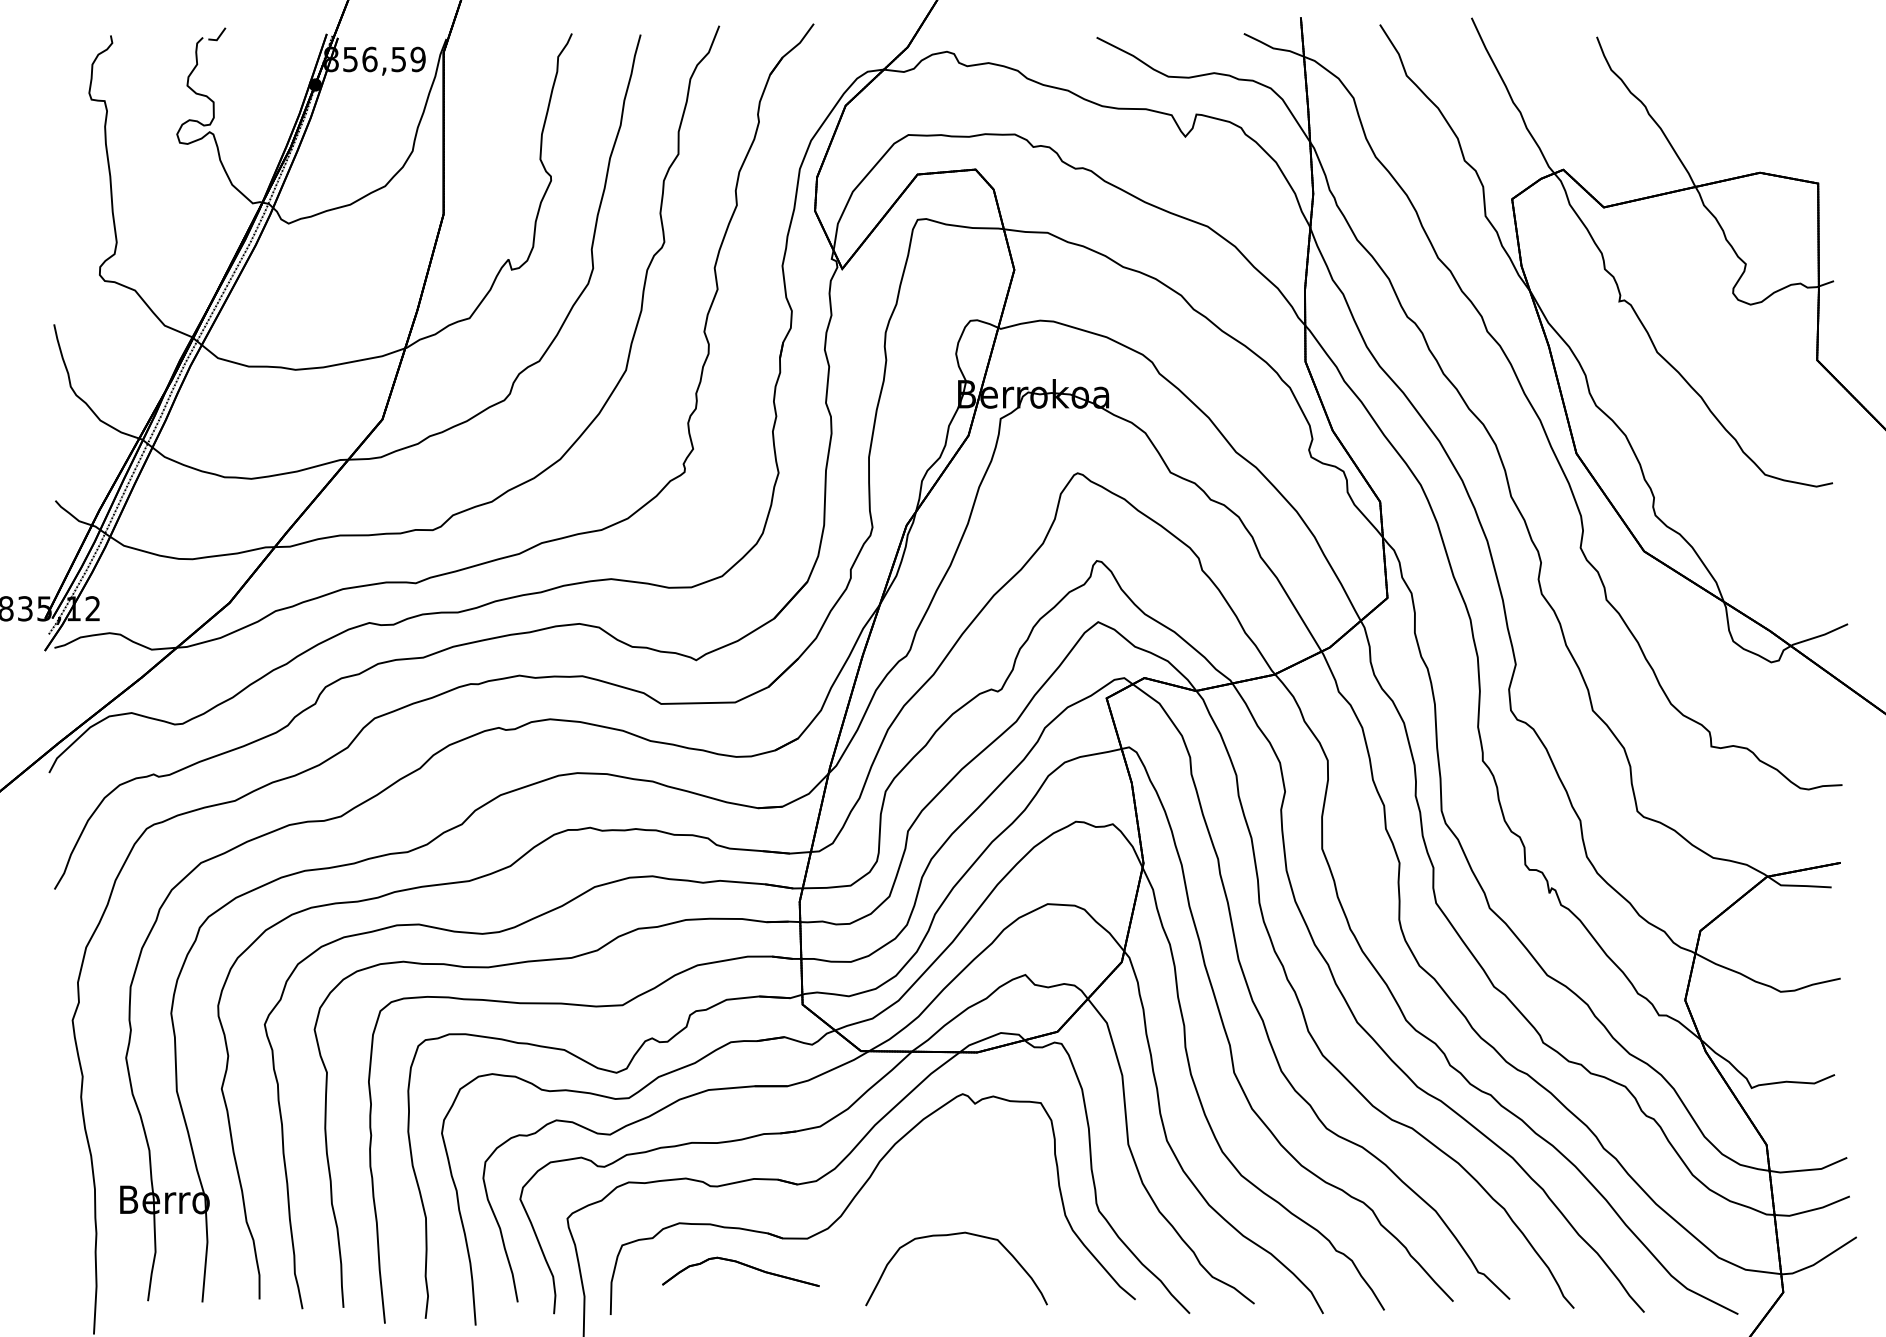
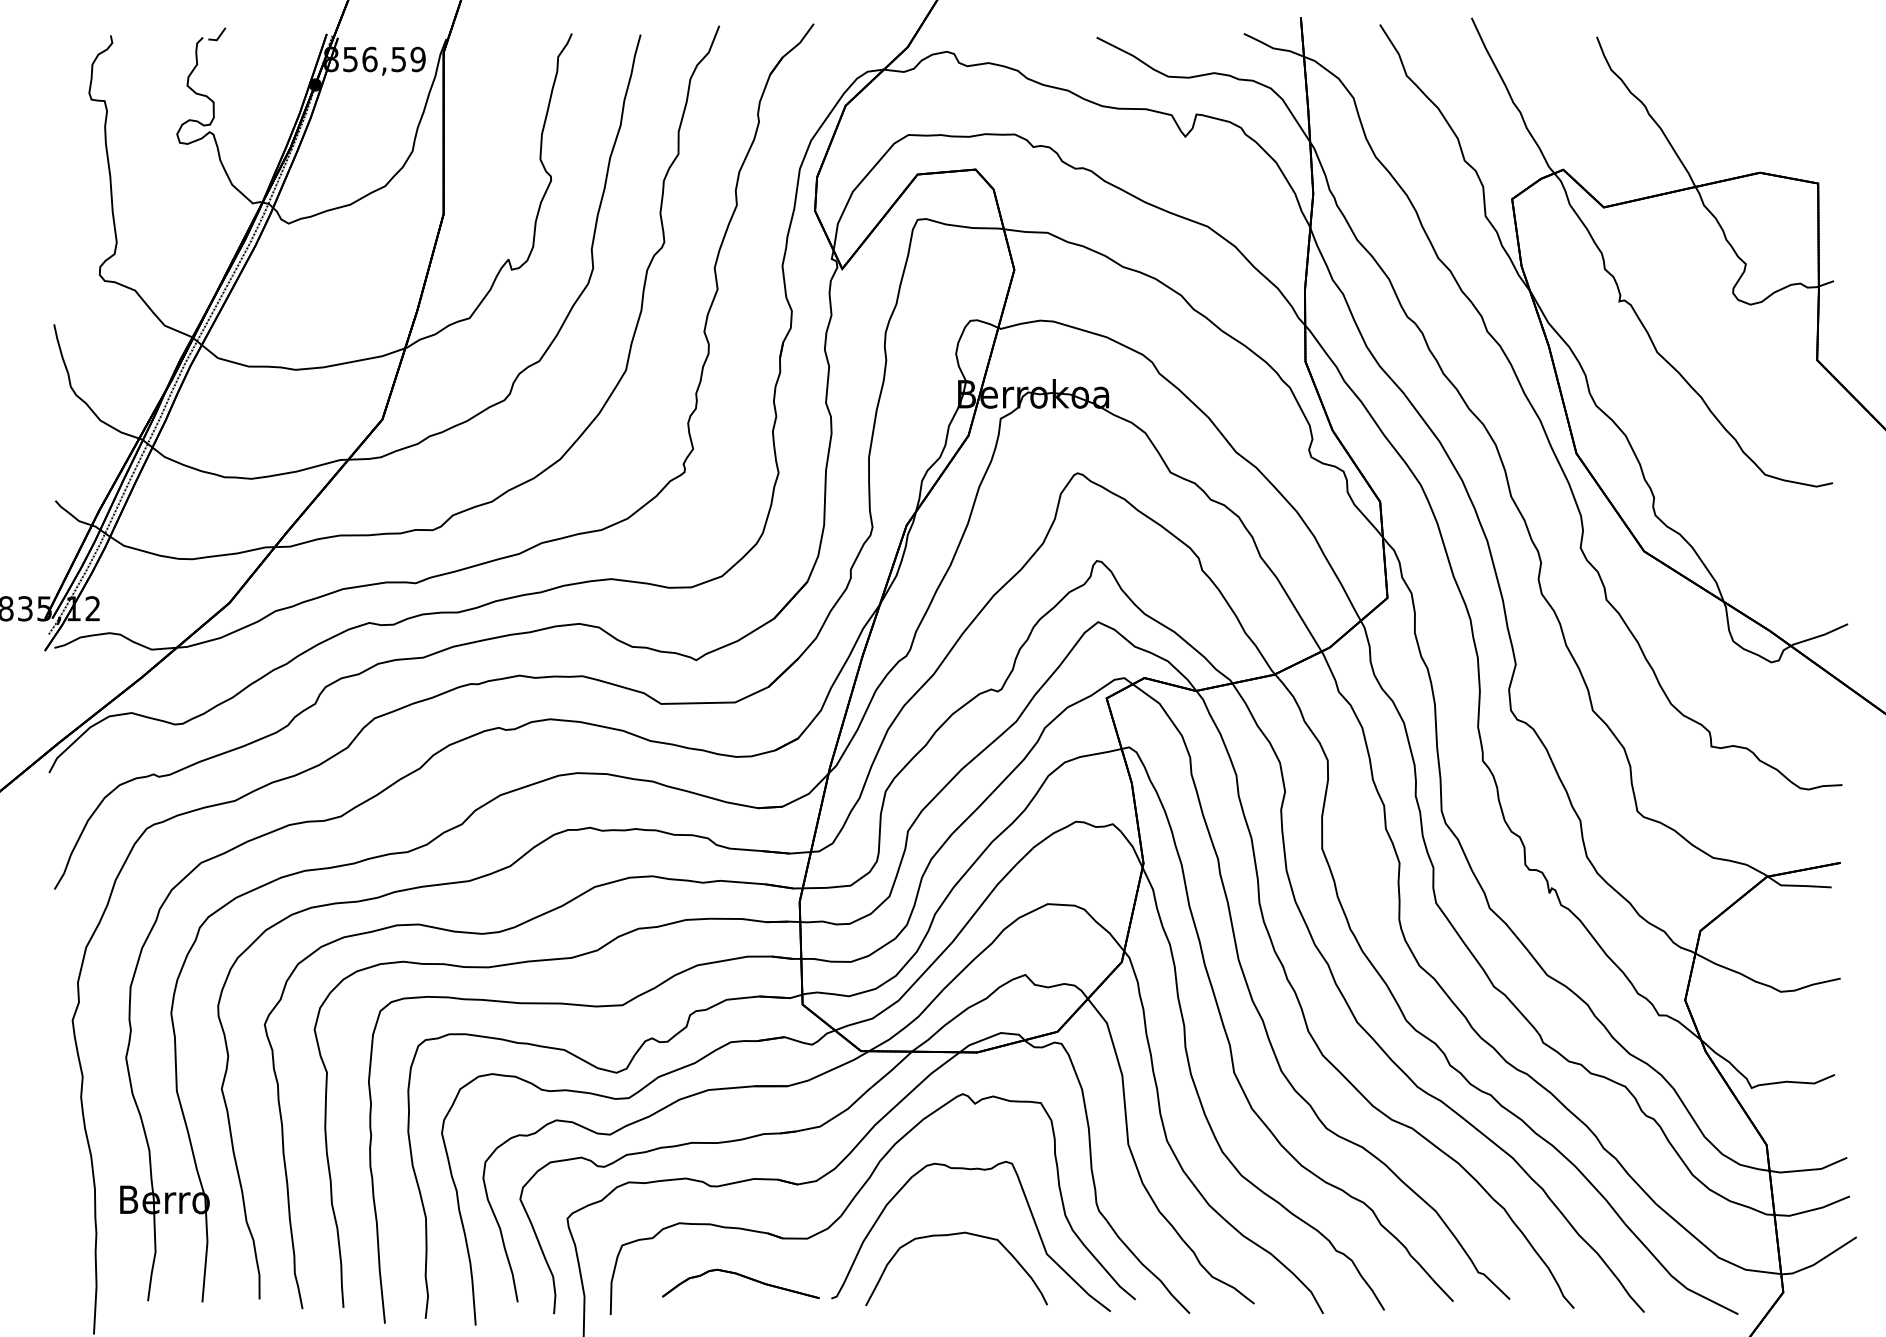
curve at (1031, 1216): none -> present
part at (743, 1265) position: (743, 1265) -> (743, 1277)
